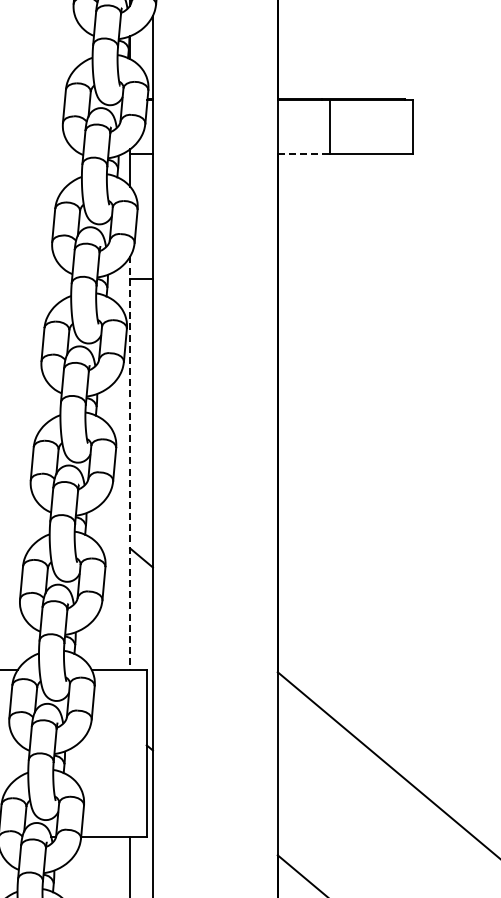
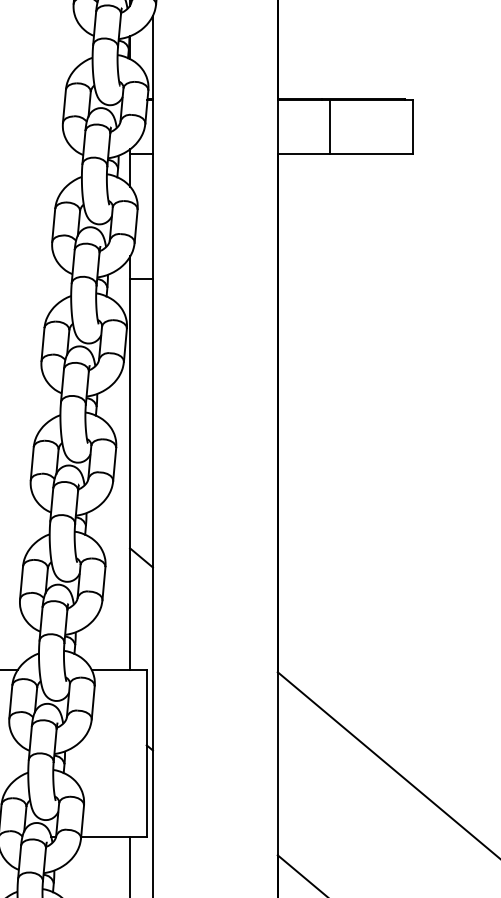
line at (304, 154): dashed -> solid
line at (130, 463): dashed -> solid
